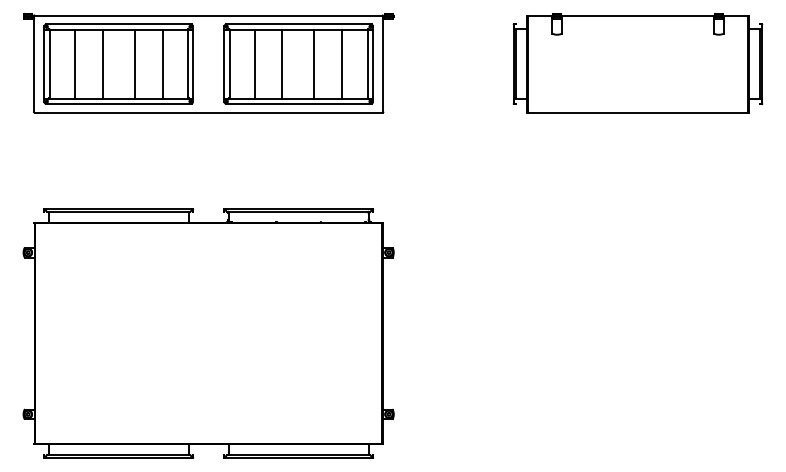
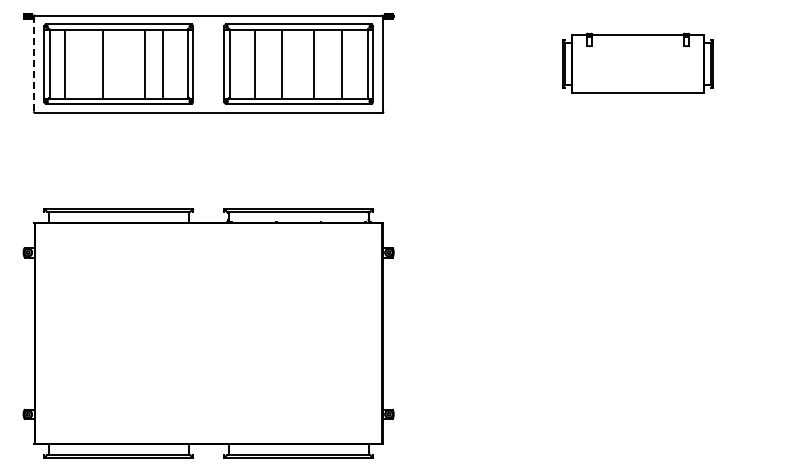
line at (75, 63) position: (75, 63) -> (65, 63)
line at (134, 63) position: (134, 63) -> (144, 63)
part at (637, 63) size: 252x101 px -> 152x62 px
line at (34, 64): solid -> dashed
